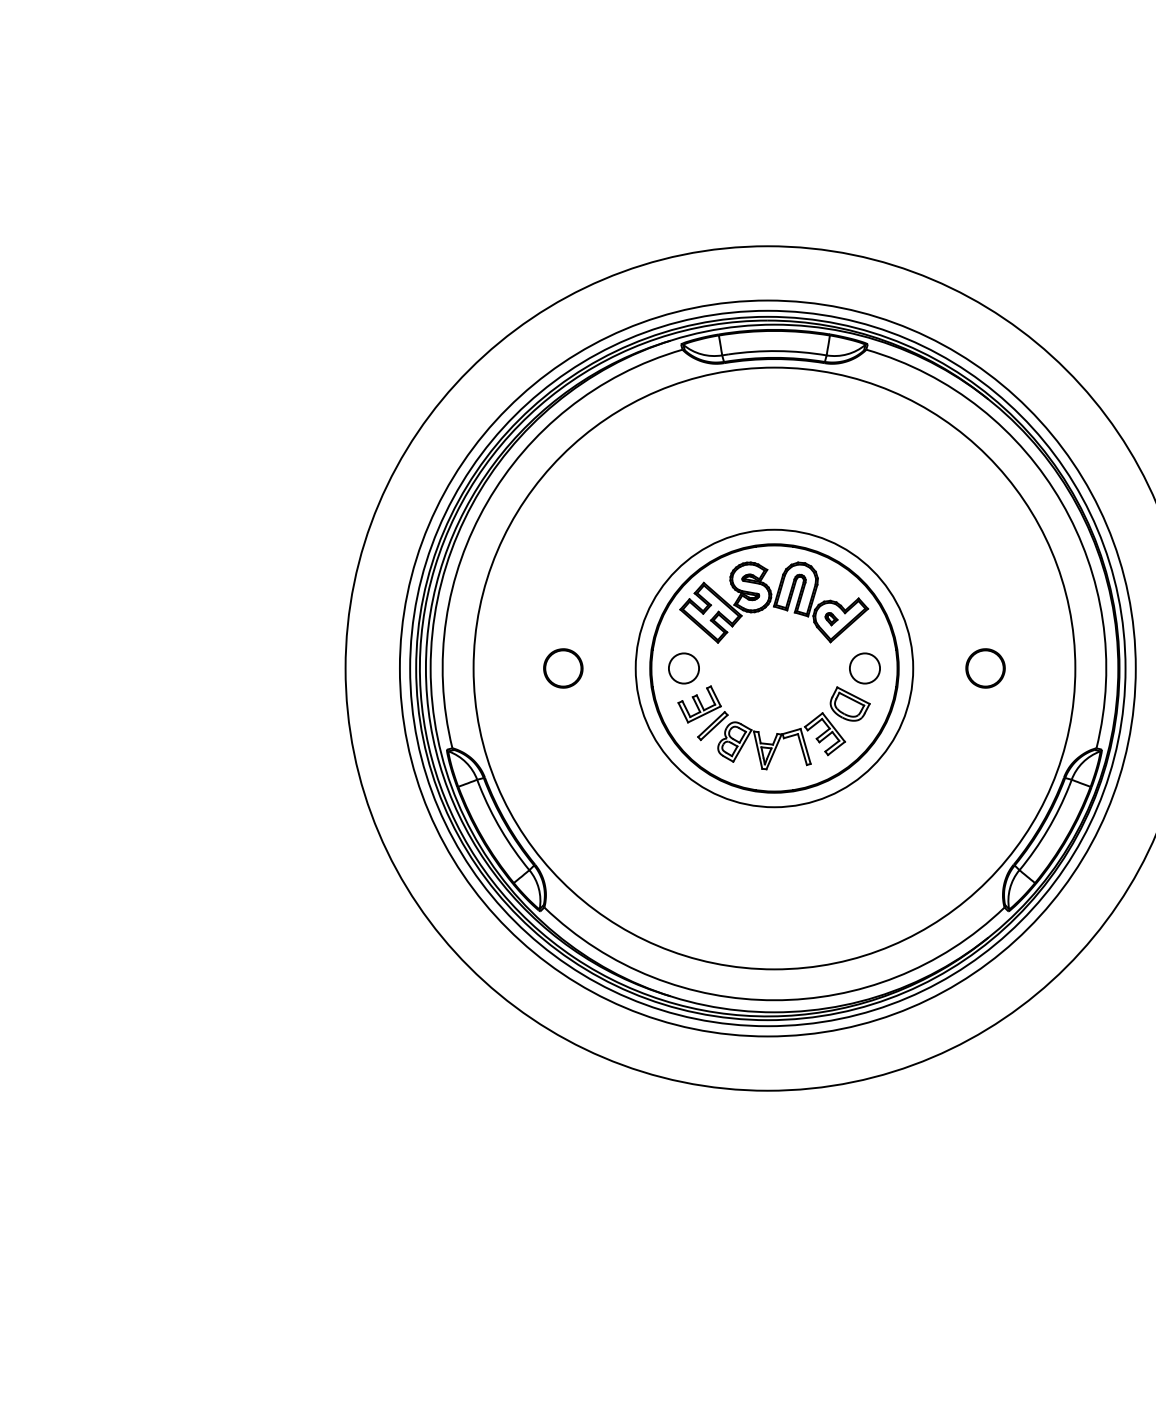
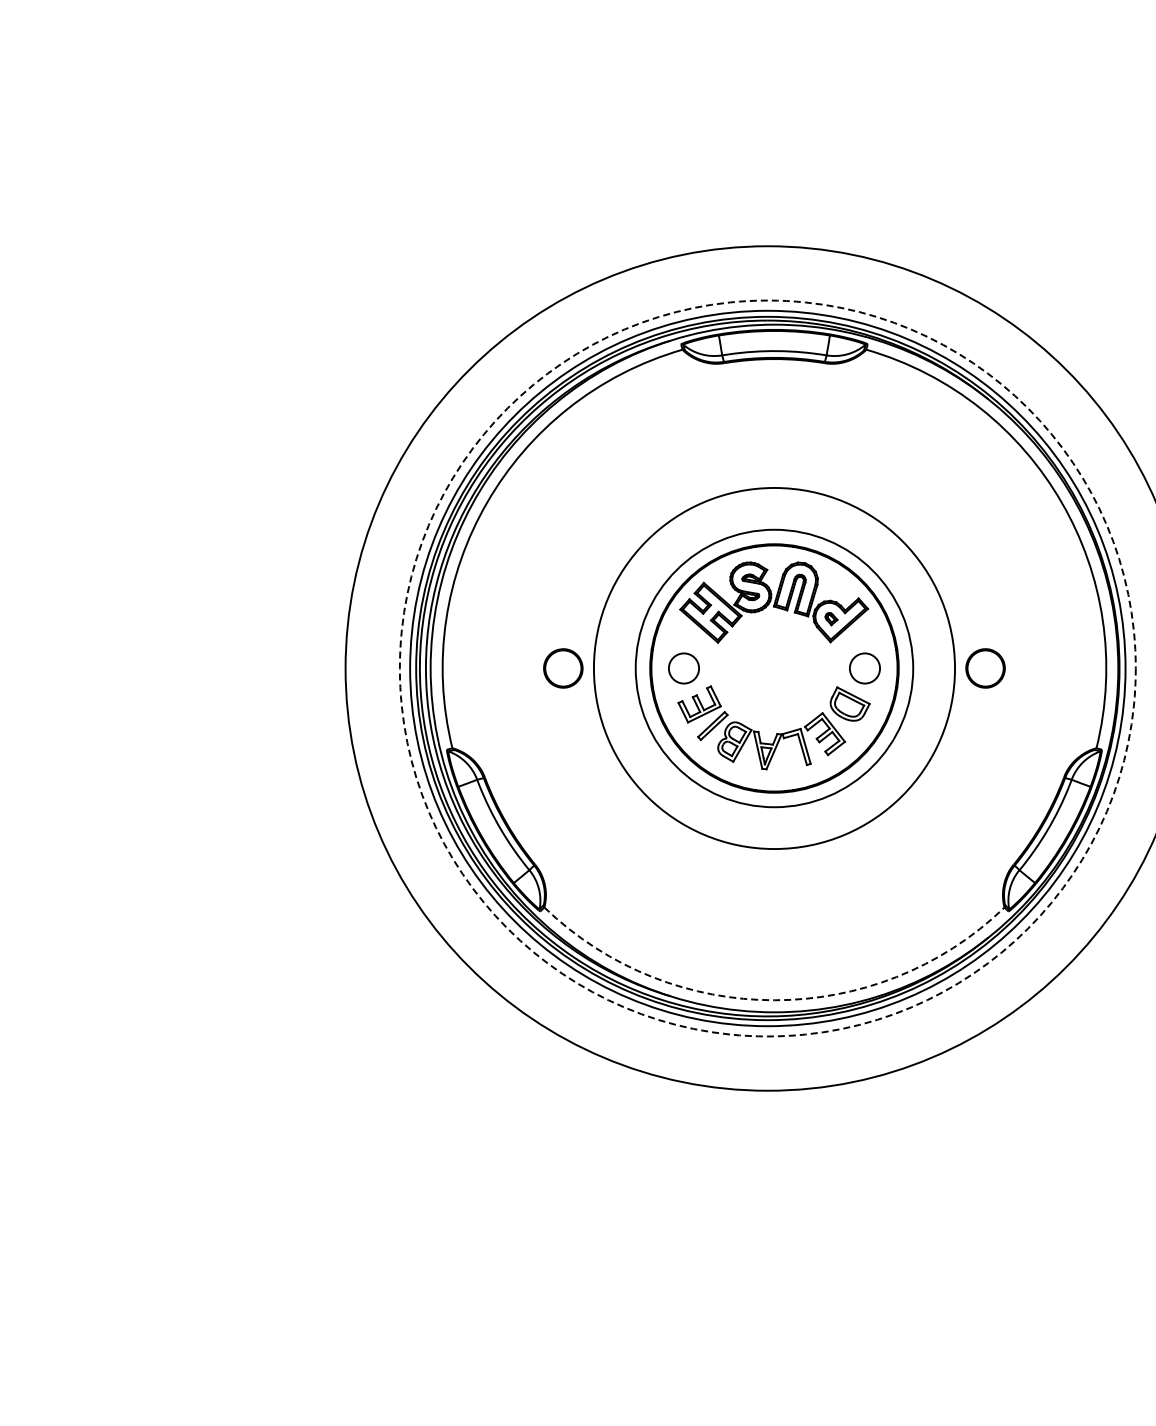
circle at (767, 668): solid -> dashed
circle at (774, 668) diameter: 602 px -> 361 px
arc at (774, 1000): solid -> dashed
